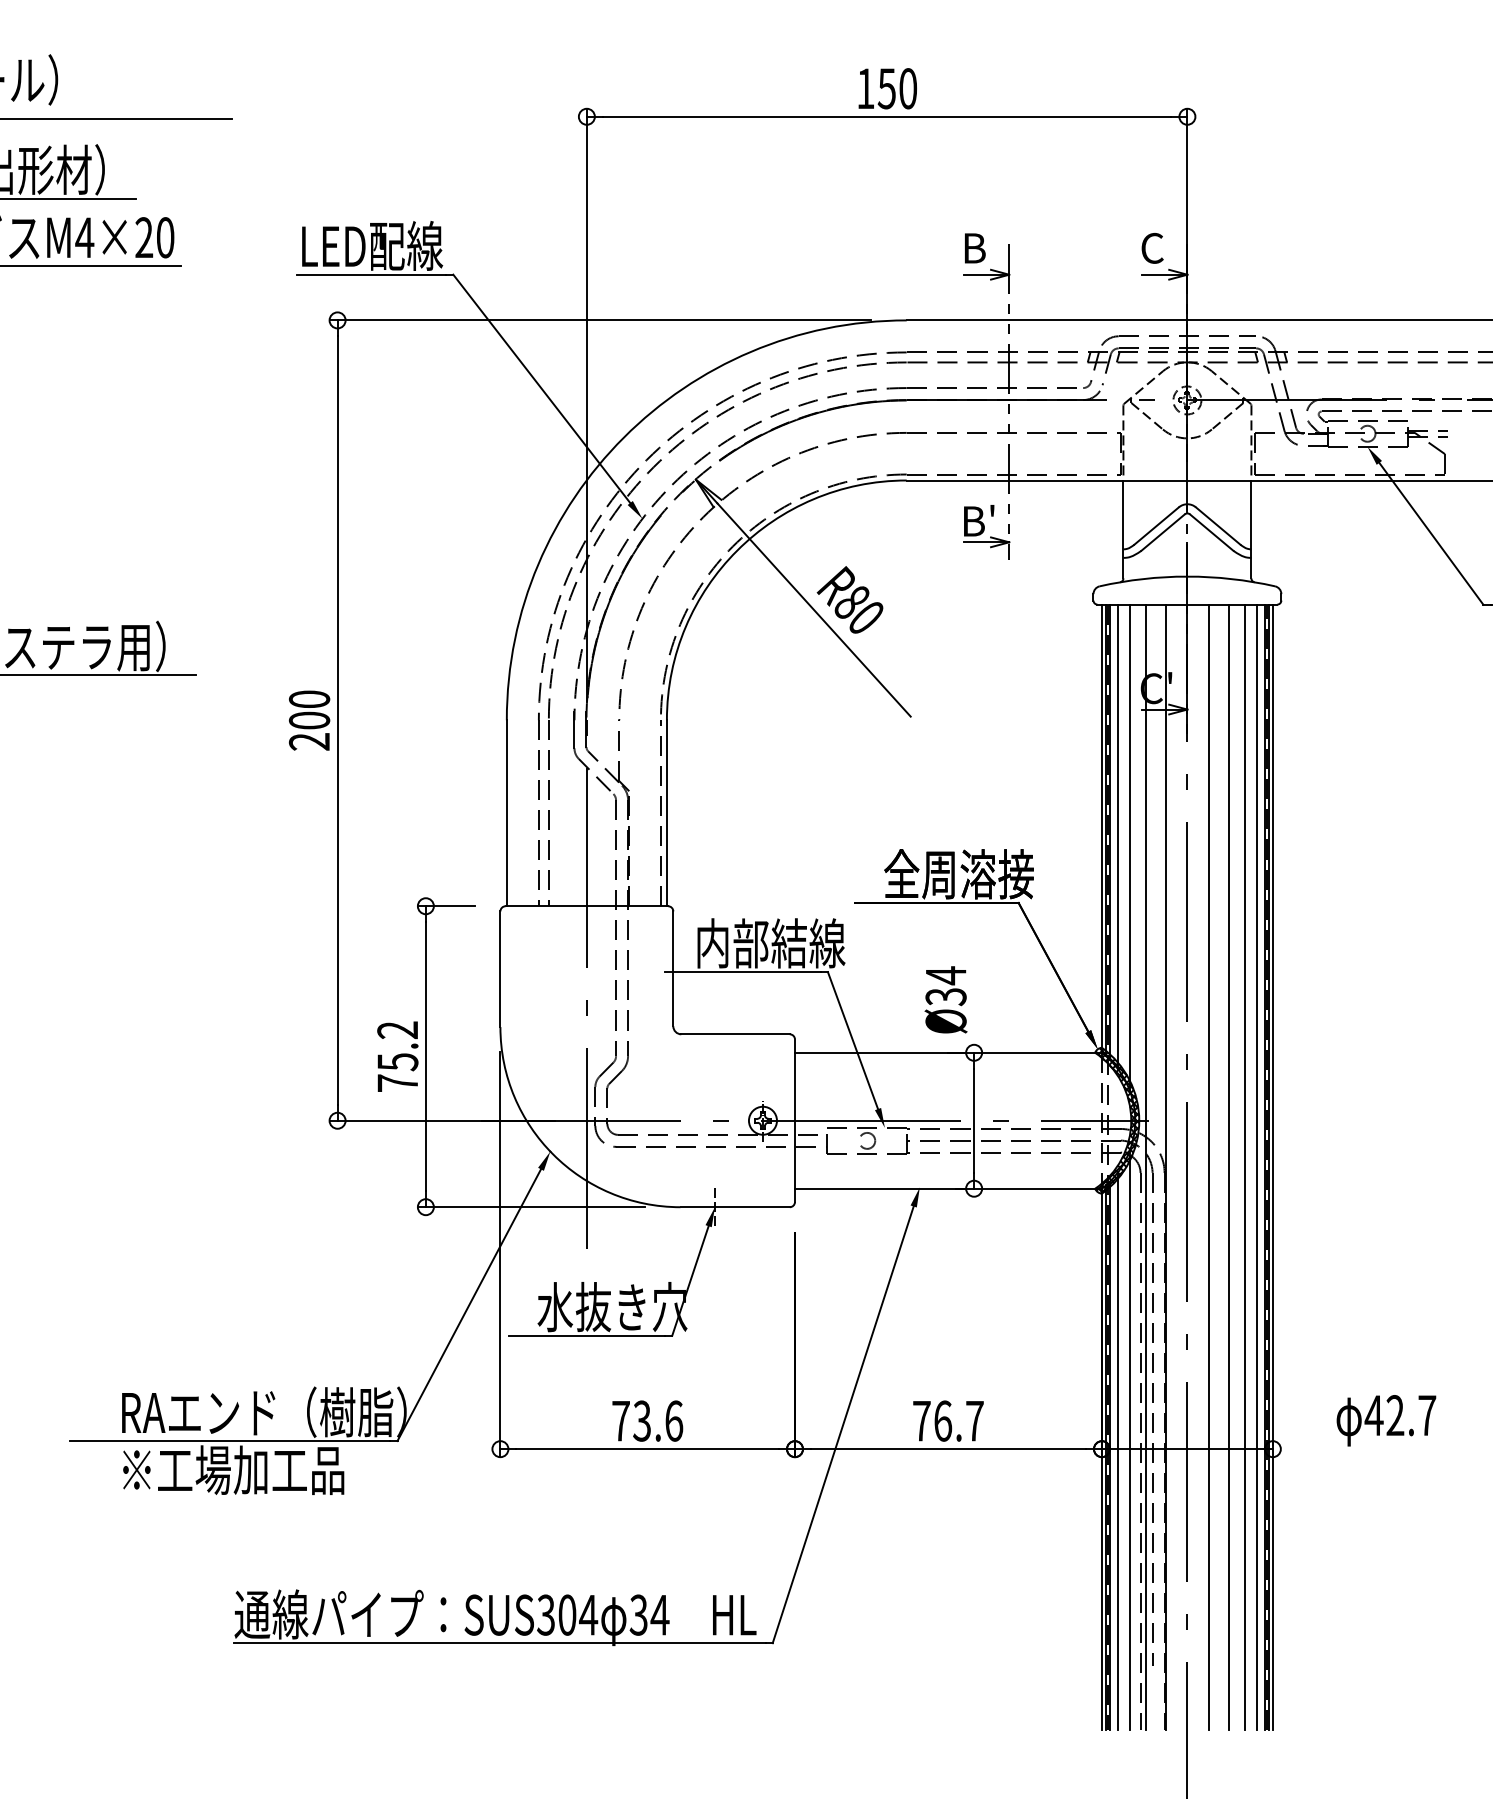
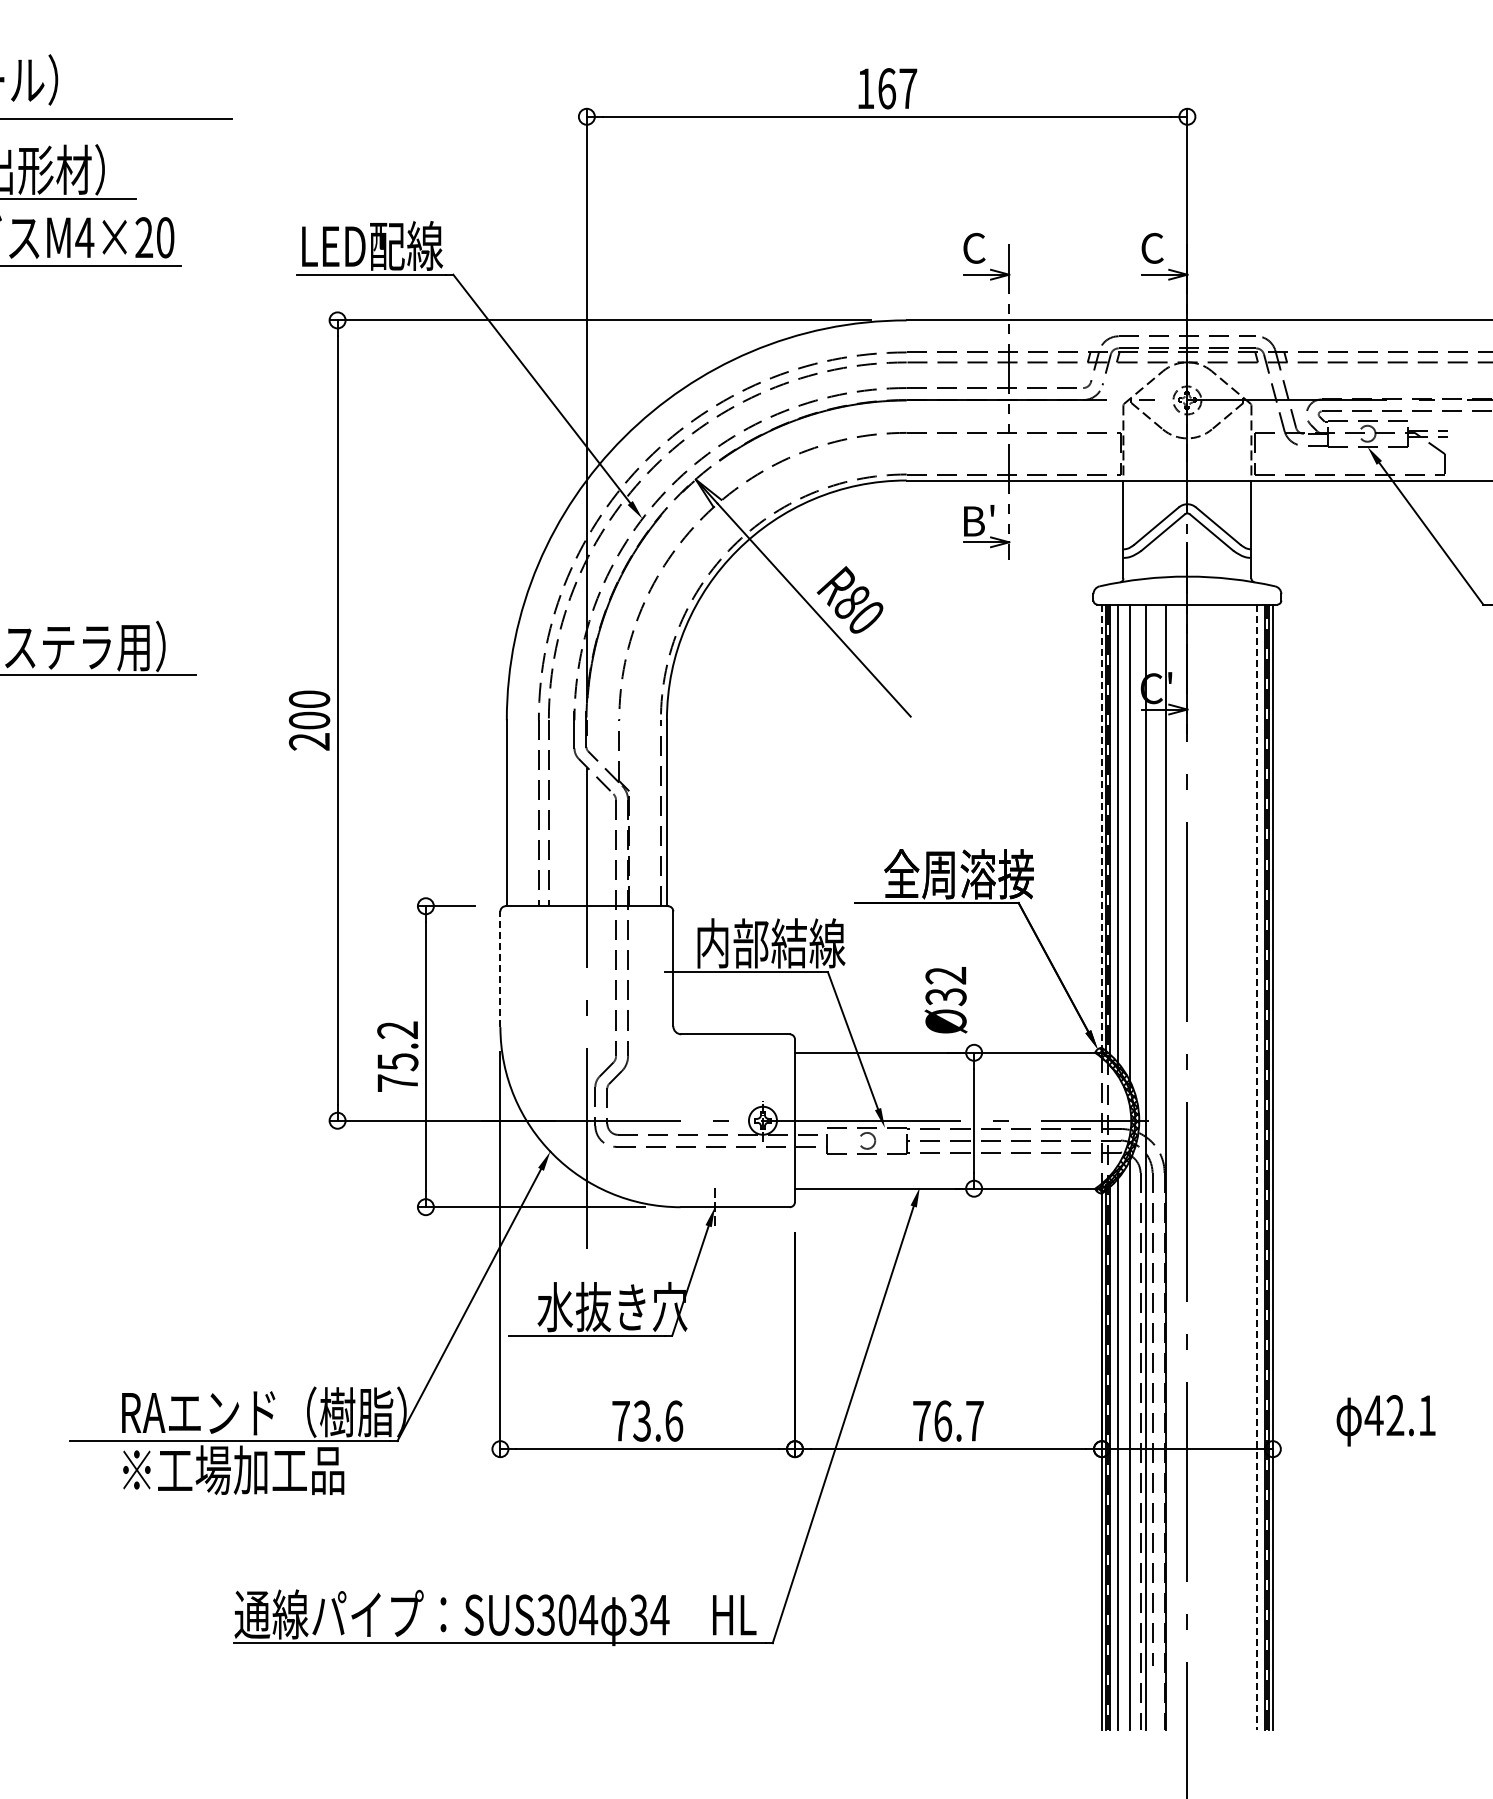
text at (897, 88): 150 -> 167
text at (974, 247): B -> C
line at (1101, 829): solid -> dashed
line at (500, 969): solid -> dashed
text at (945, 975): Ø34 -> Ø32
line at (1208, 1167): present -> none
line at (1228, 1167): present -> none
line at (1244, 1167): present -> none
line at (1256, 1167): solid -> dashed
text at (1427, 1415): 42.7 -> 42.1
